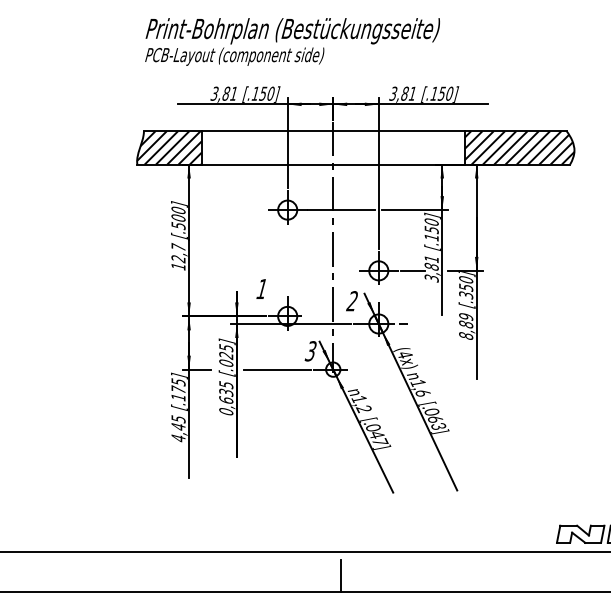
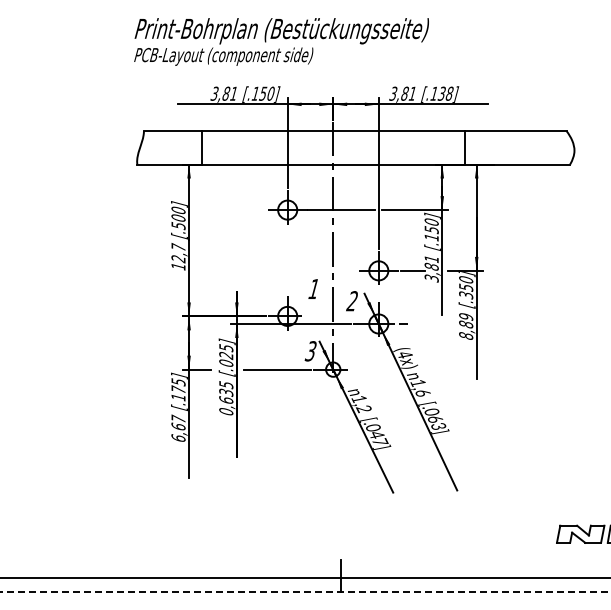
text at (292, 41) position: (292, 41) -> (281, 41)
text at (446, 93): [.150] -> [.138]
hatch at (169, 147): present -> none
hatch at (519, 147): present -> none
text at (260, 288) position: (260, 288) -> (312, 288)
text at (178, 428): 4,45 -> 6,67
line at (304, 552) position: (304, 552) -> (304, 578)
line at (305, 591): solid -> dashed
